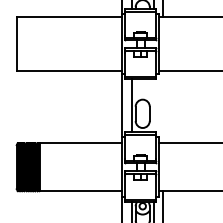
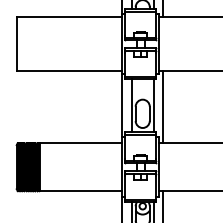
line at (153, 105): none -> present
line at (163, 107): none -> present
